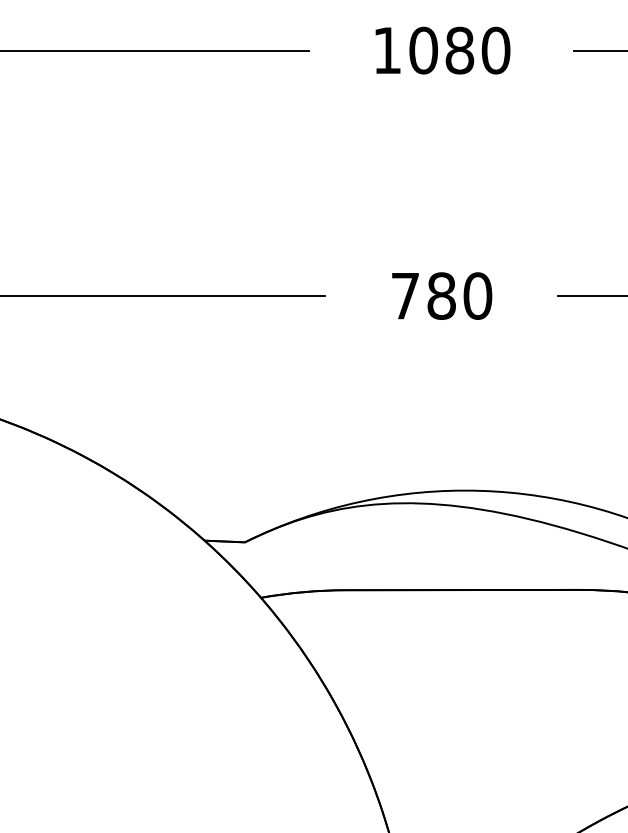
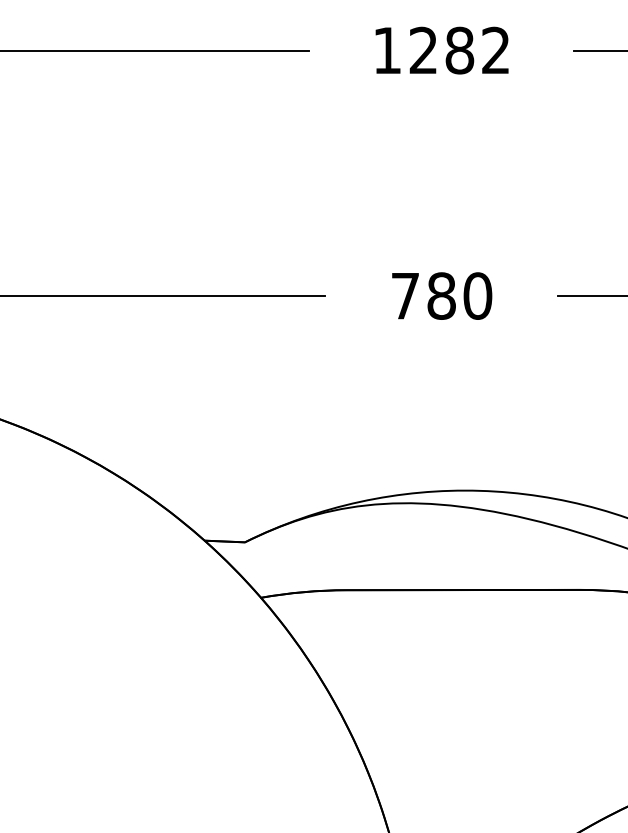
text at (459, 50): 1080 -> 1282
